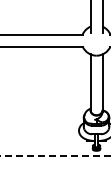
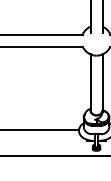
line at (40, 130): none -> present
line at (55, 155): dashed -> solid
